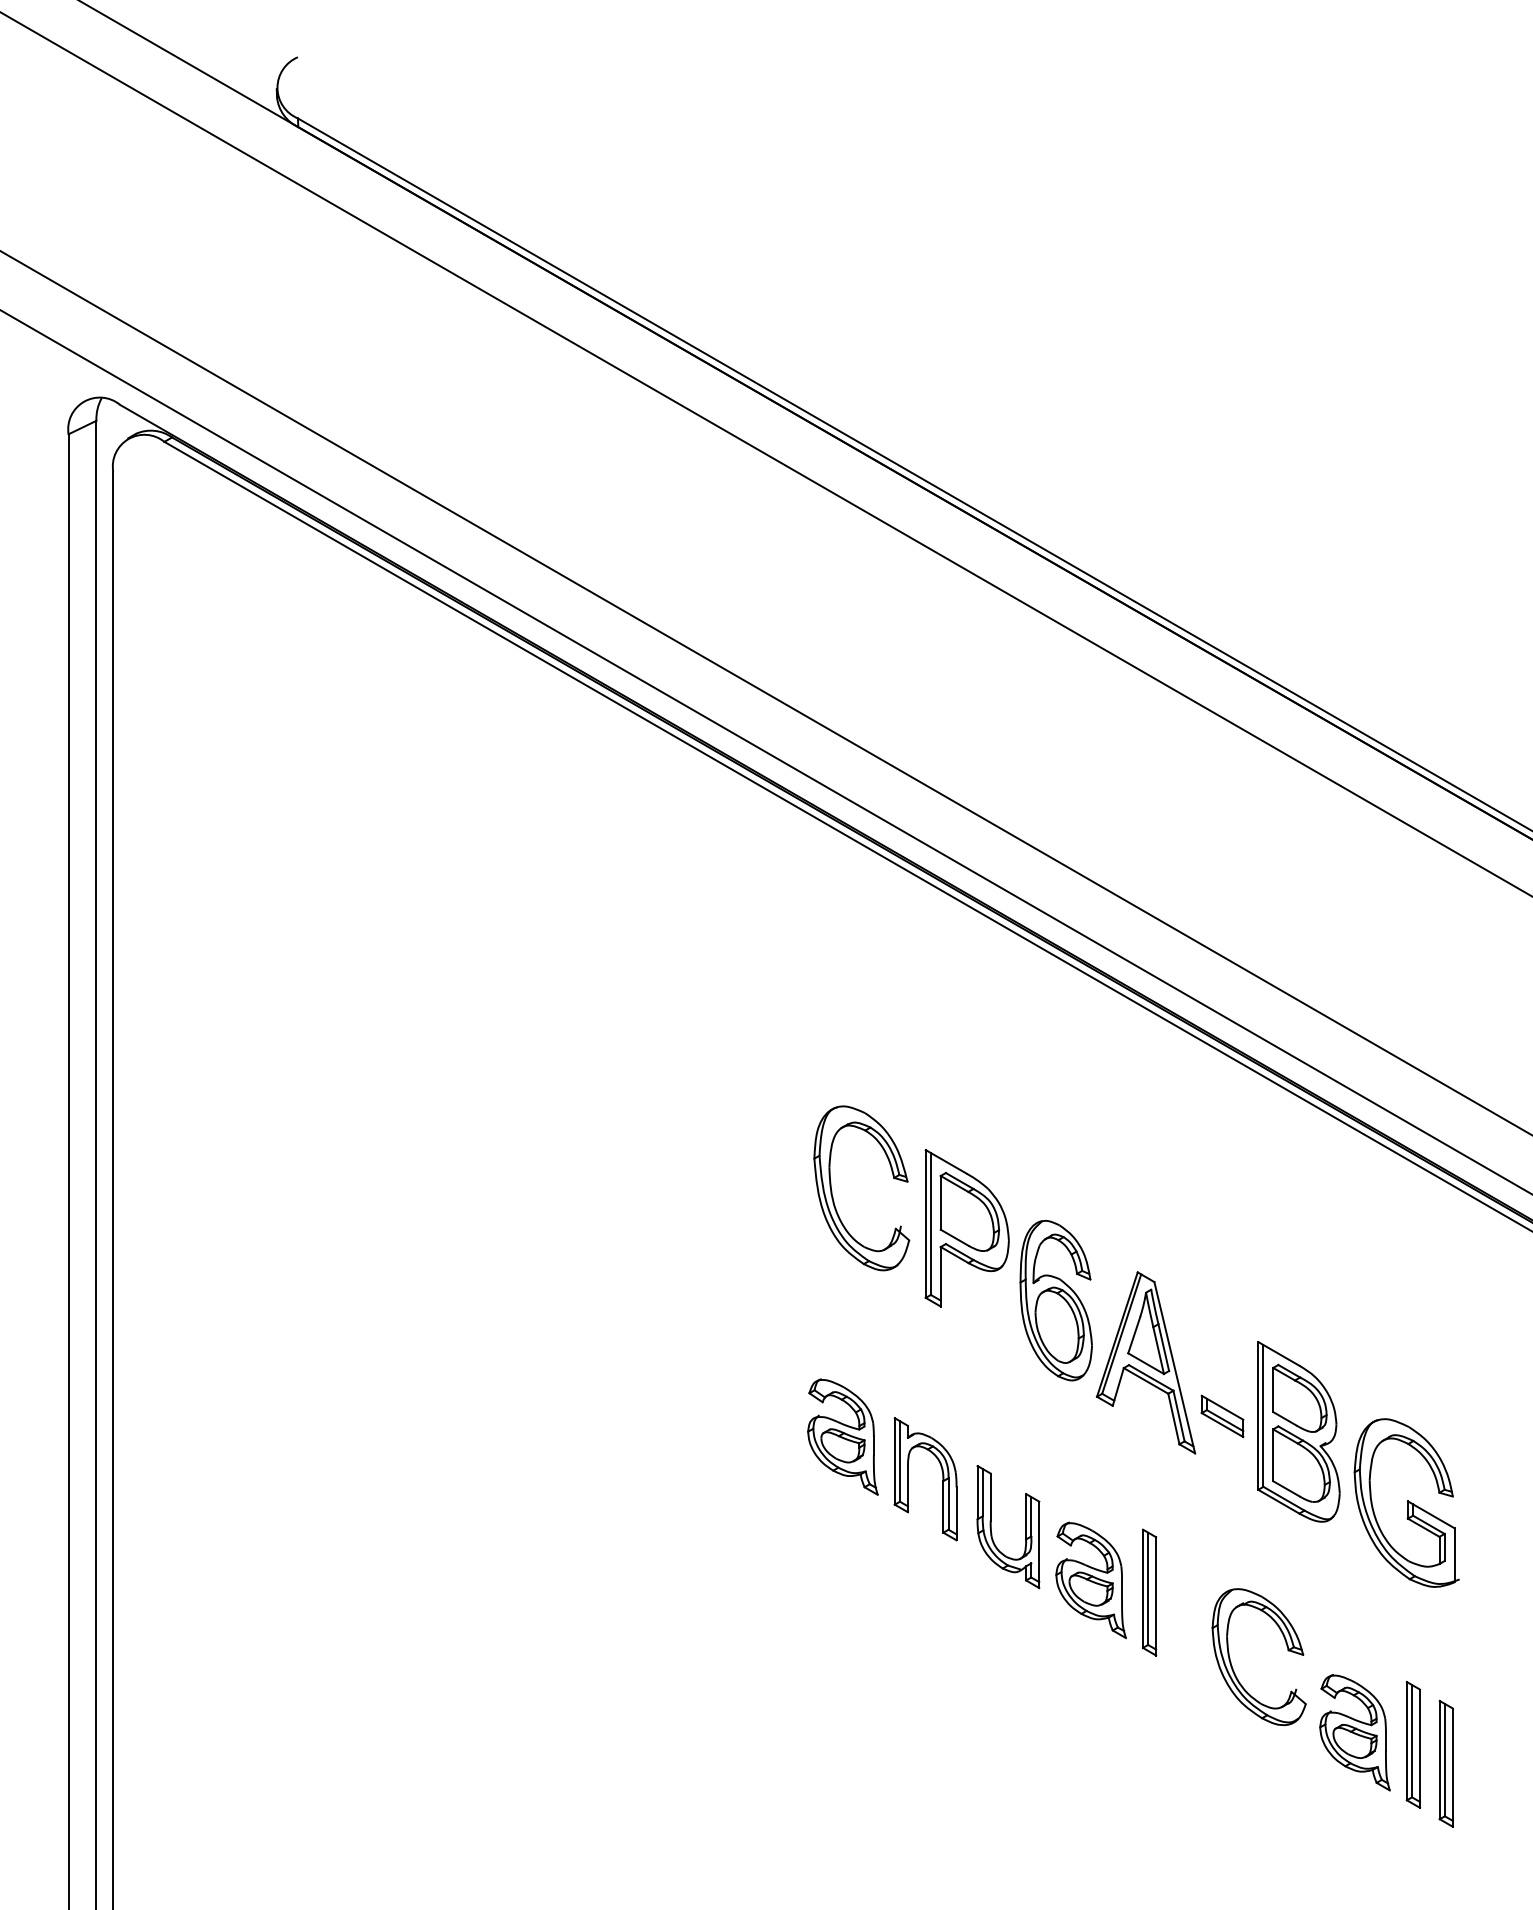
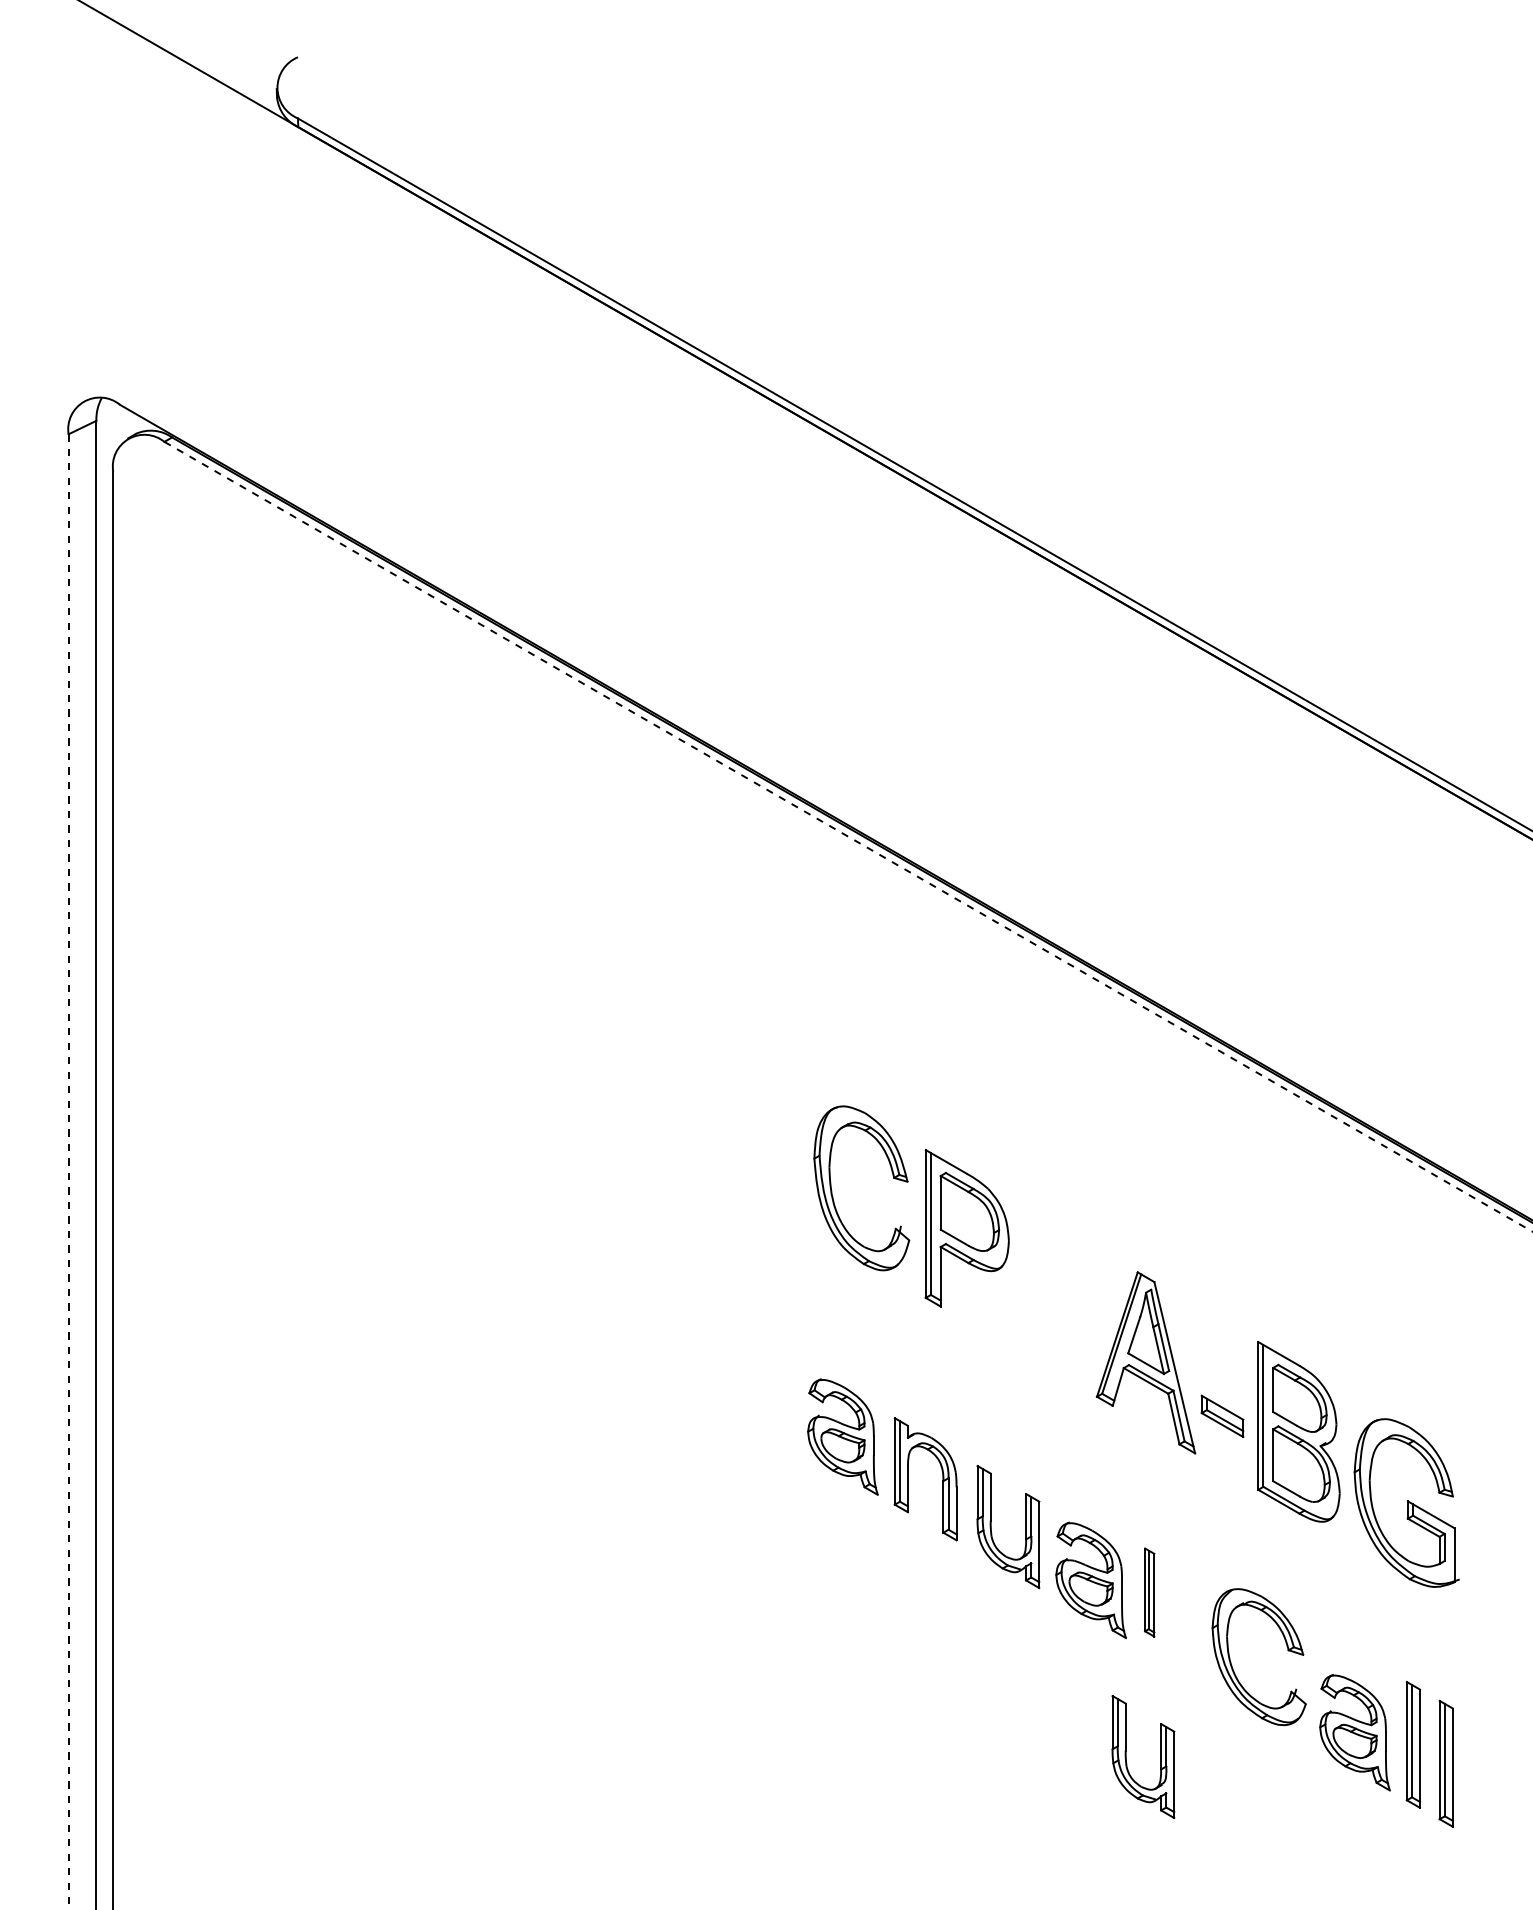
line at (765, 453): present -> none
line at (765, 692): present -> none
line at (765, 751): present -> none
line at (848, 836): solid -> dashed
line at (68, 1172): solid -> dashed
part at (1055, 1300): present -> none
part at (1149, 1592) size: 16x129 px -> 12x91 px
part at (1126, 1757): none -> present
